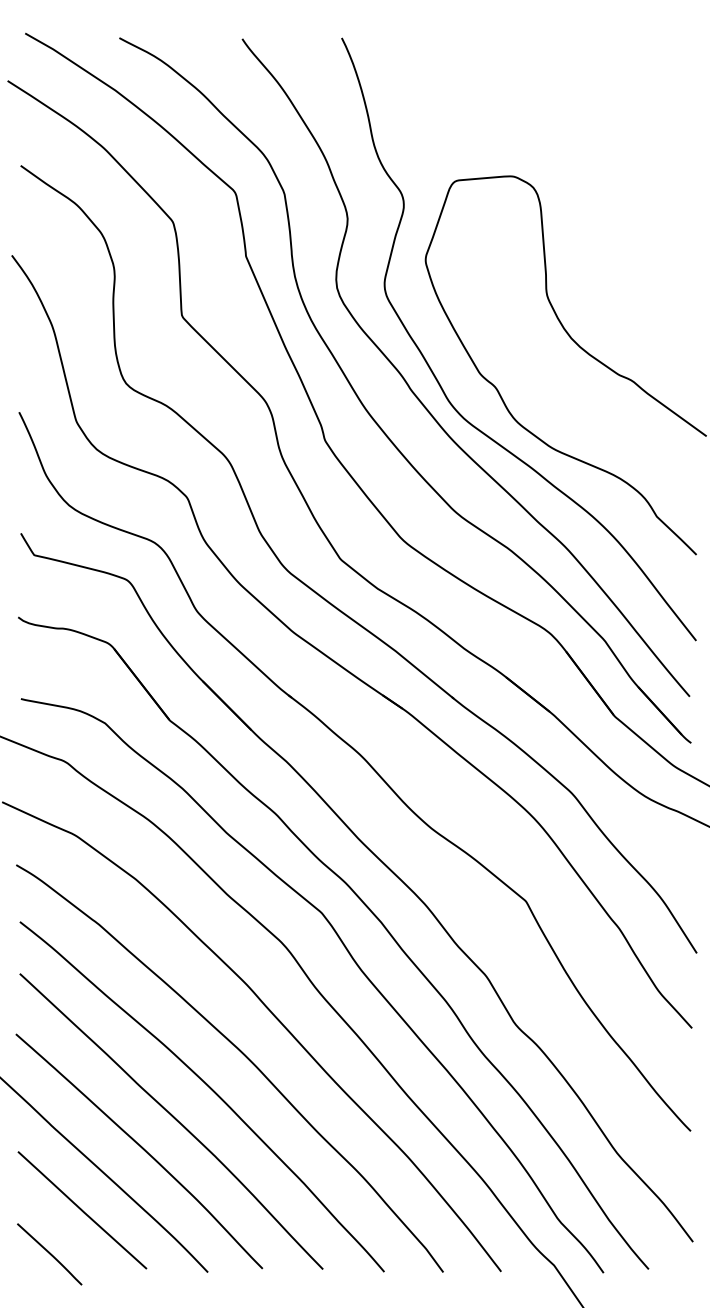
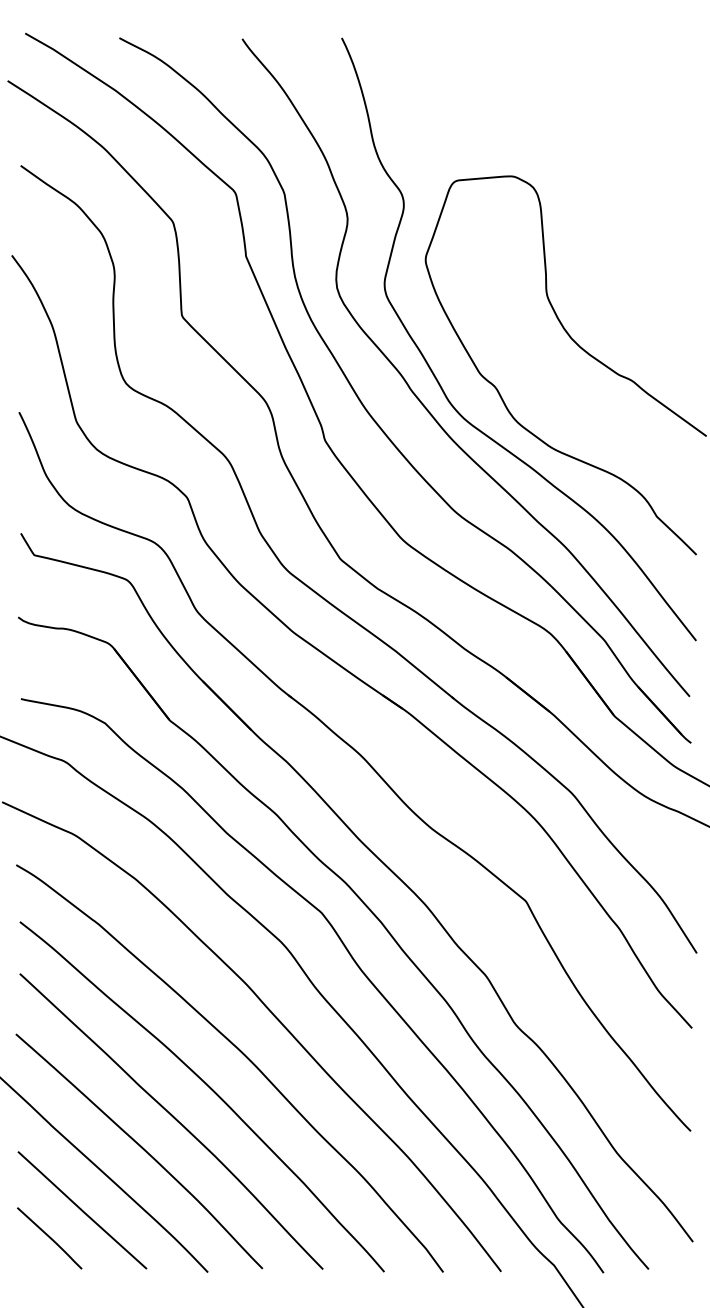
curve at (49, 1254) position: (49, 1254) -> (49, 1238)
